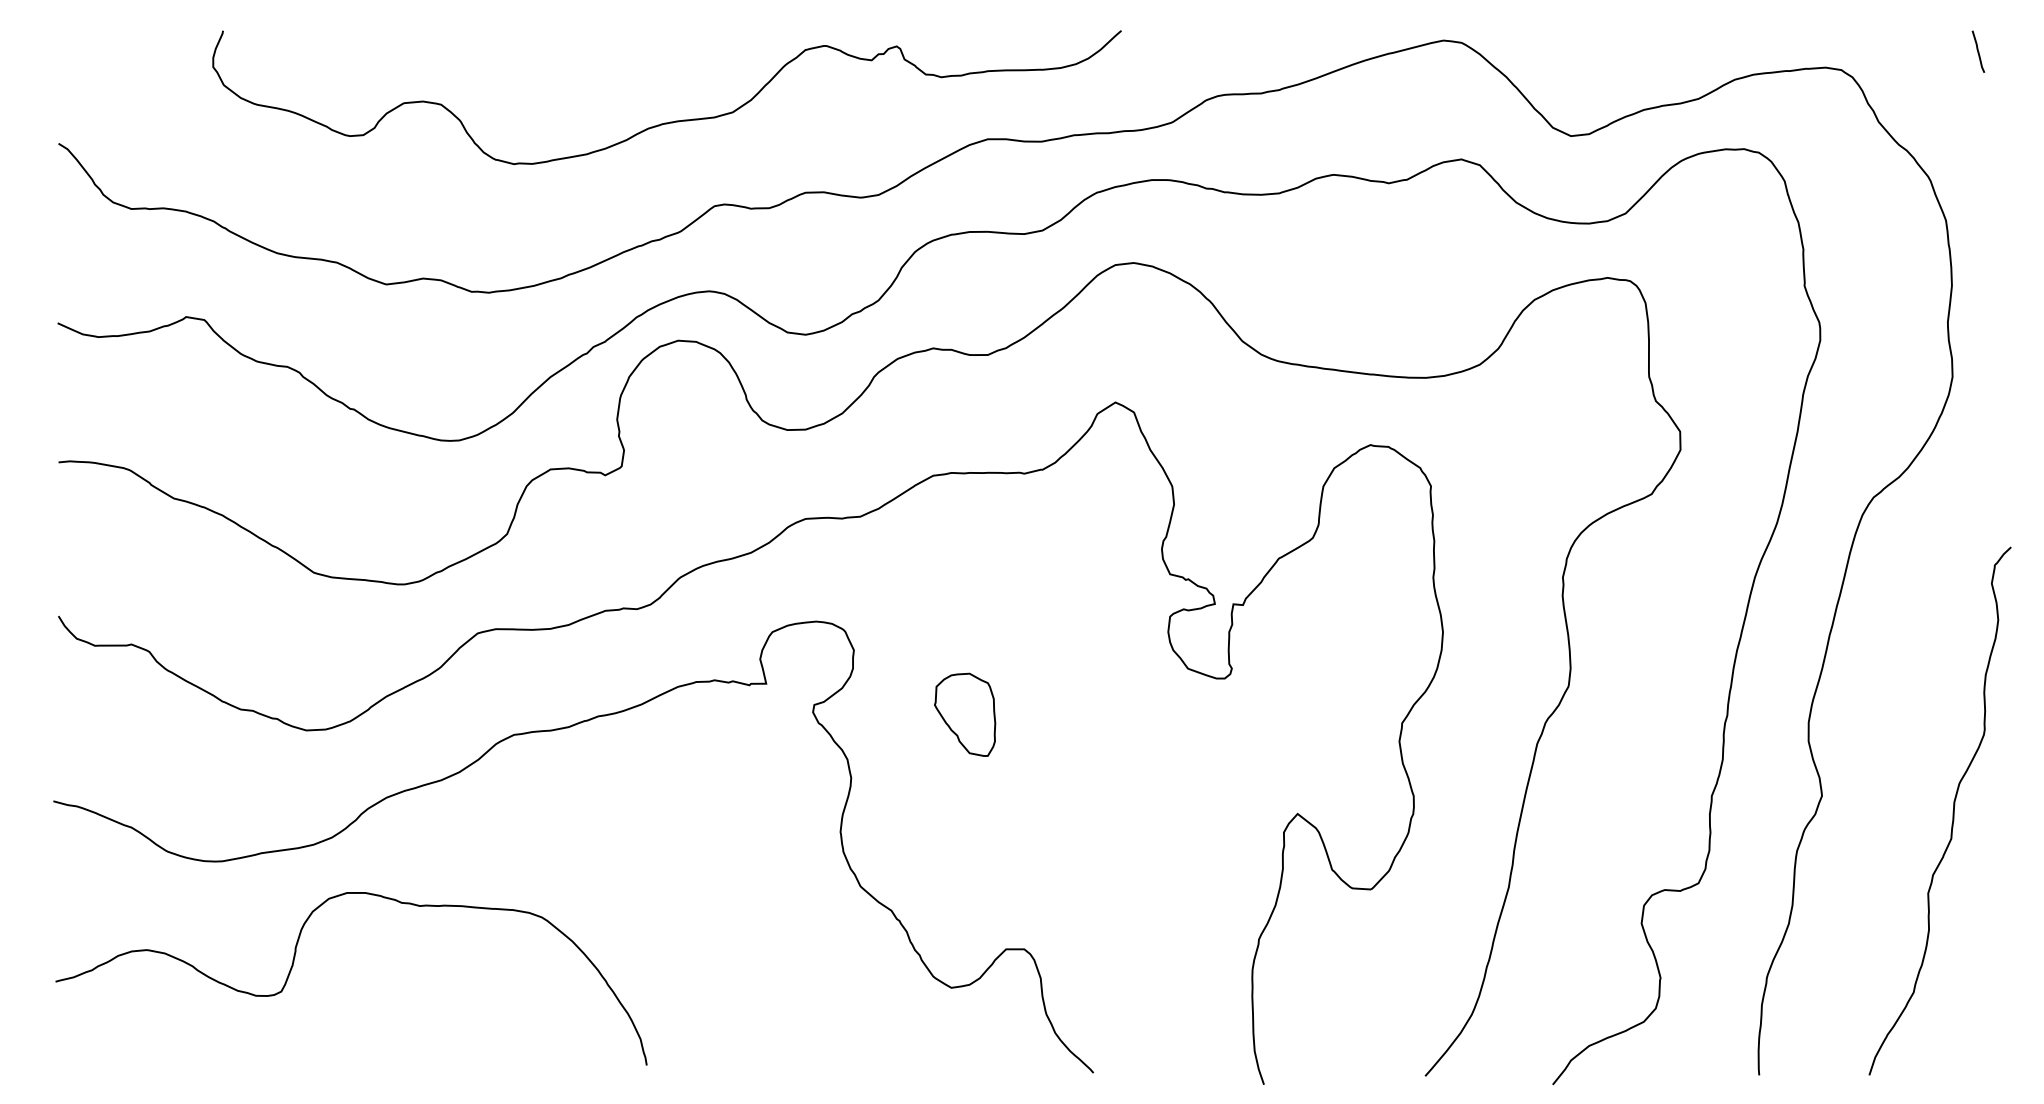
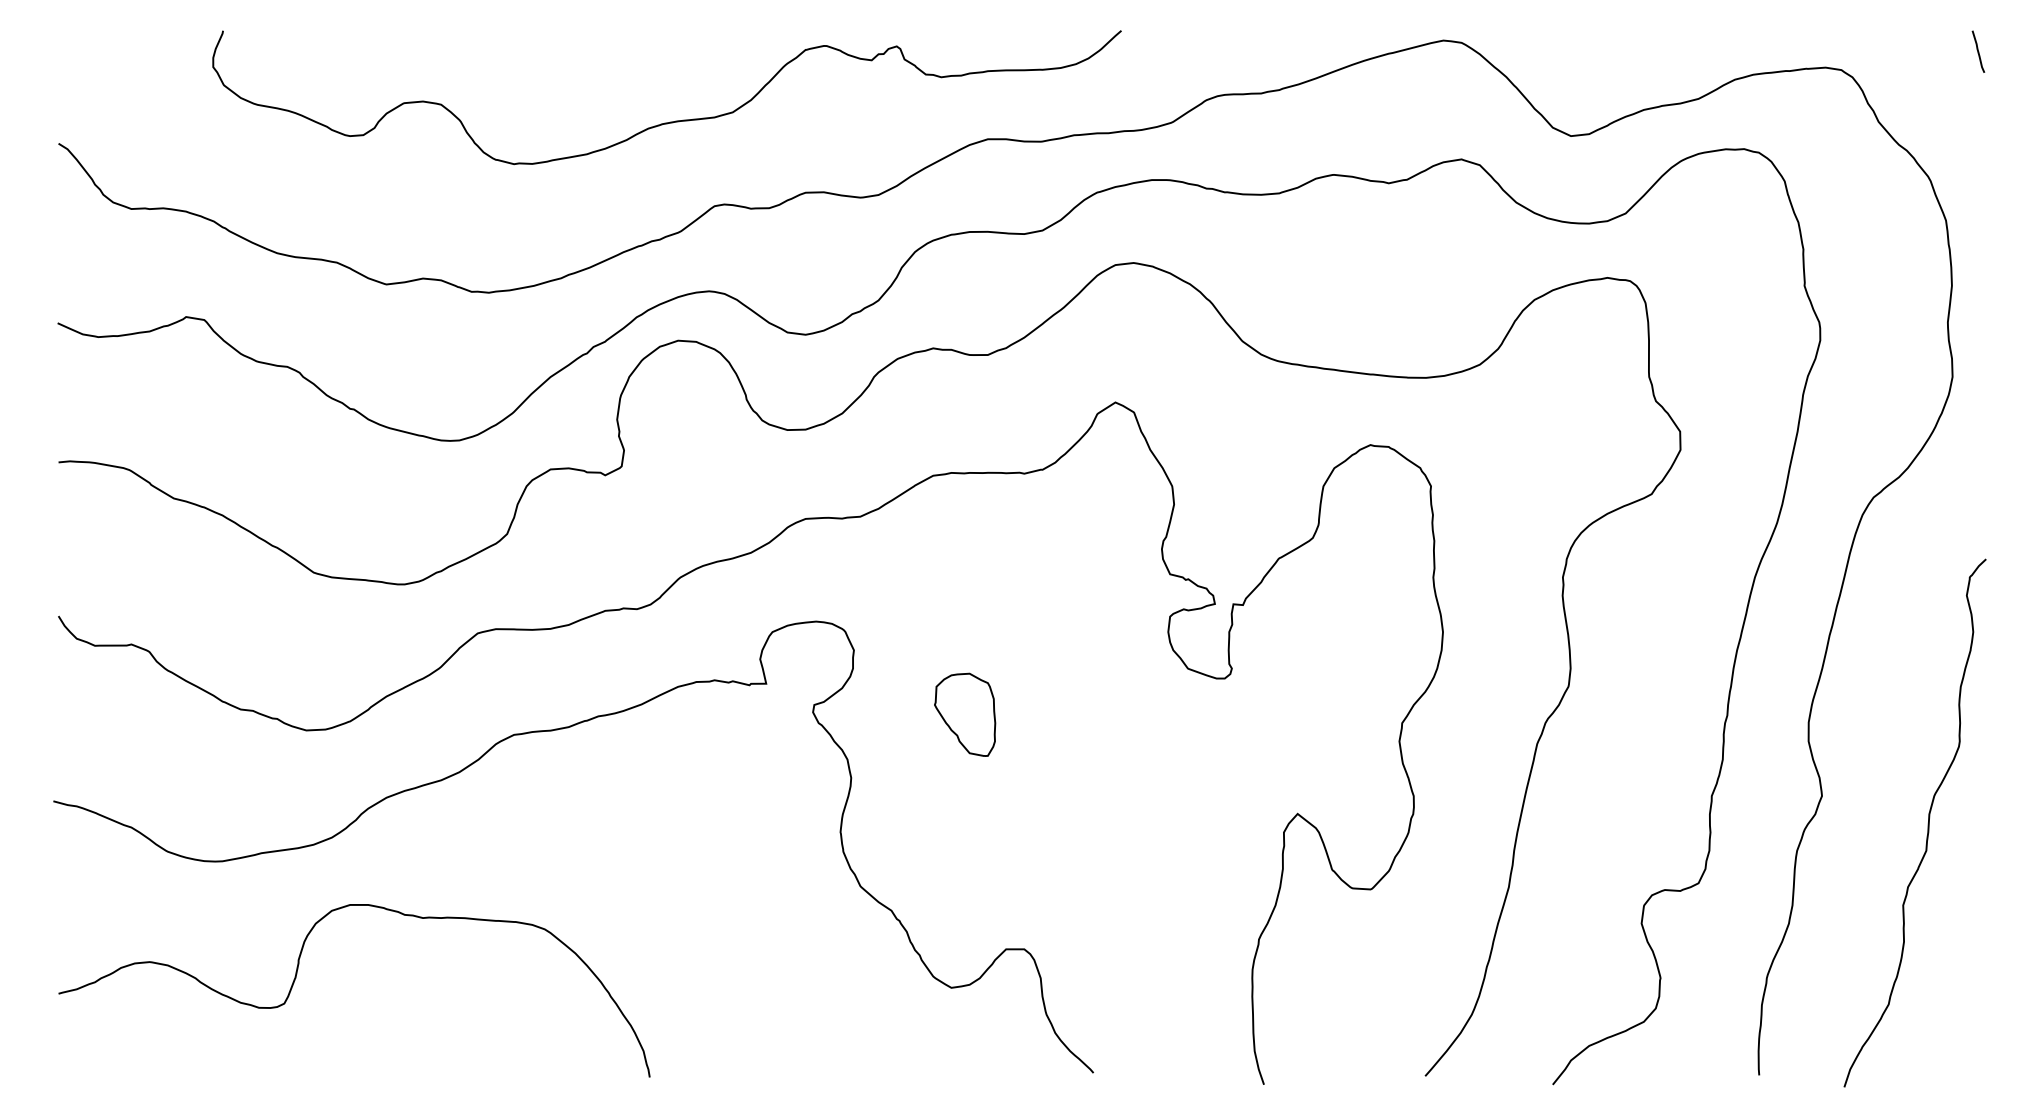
curve at (1952, 811) position: (1952, 811) -> (1927, 823)
curve at (294, 962) position: (294, 962) -> (297, 974)
